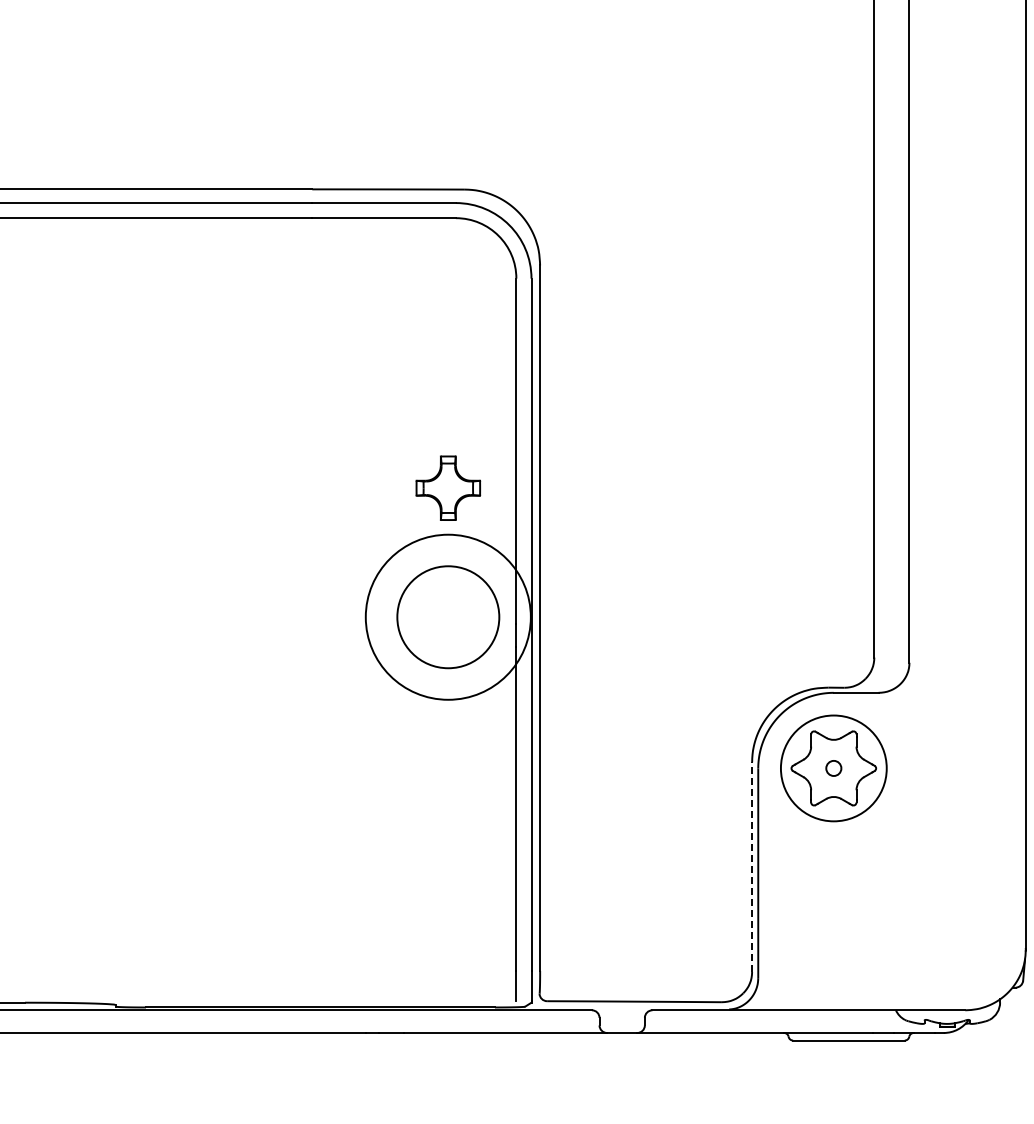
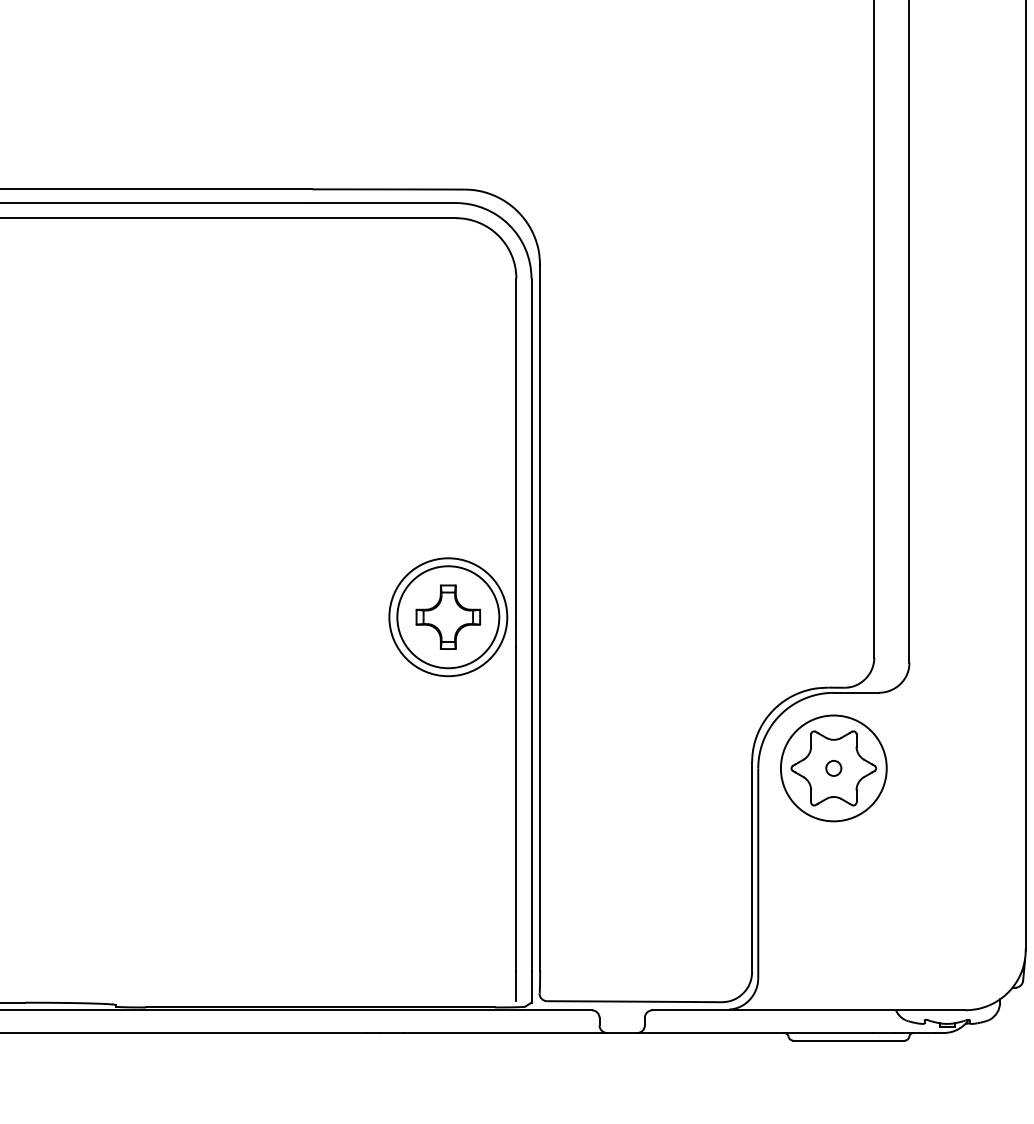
part at (448, 487) position: (448, 487) -> (448, 616)
circle at (447, 616) diameter: 165 px -> 118 px
line at (752, 867): dashed -> solid
